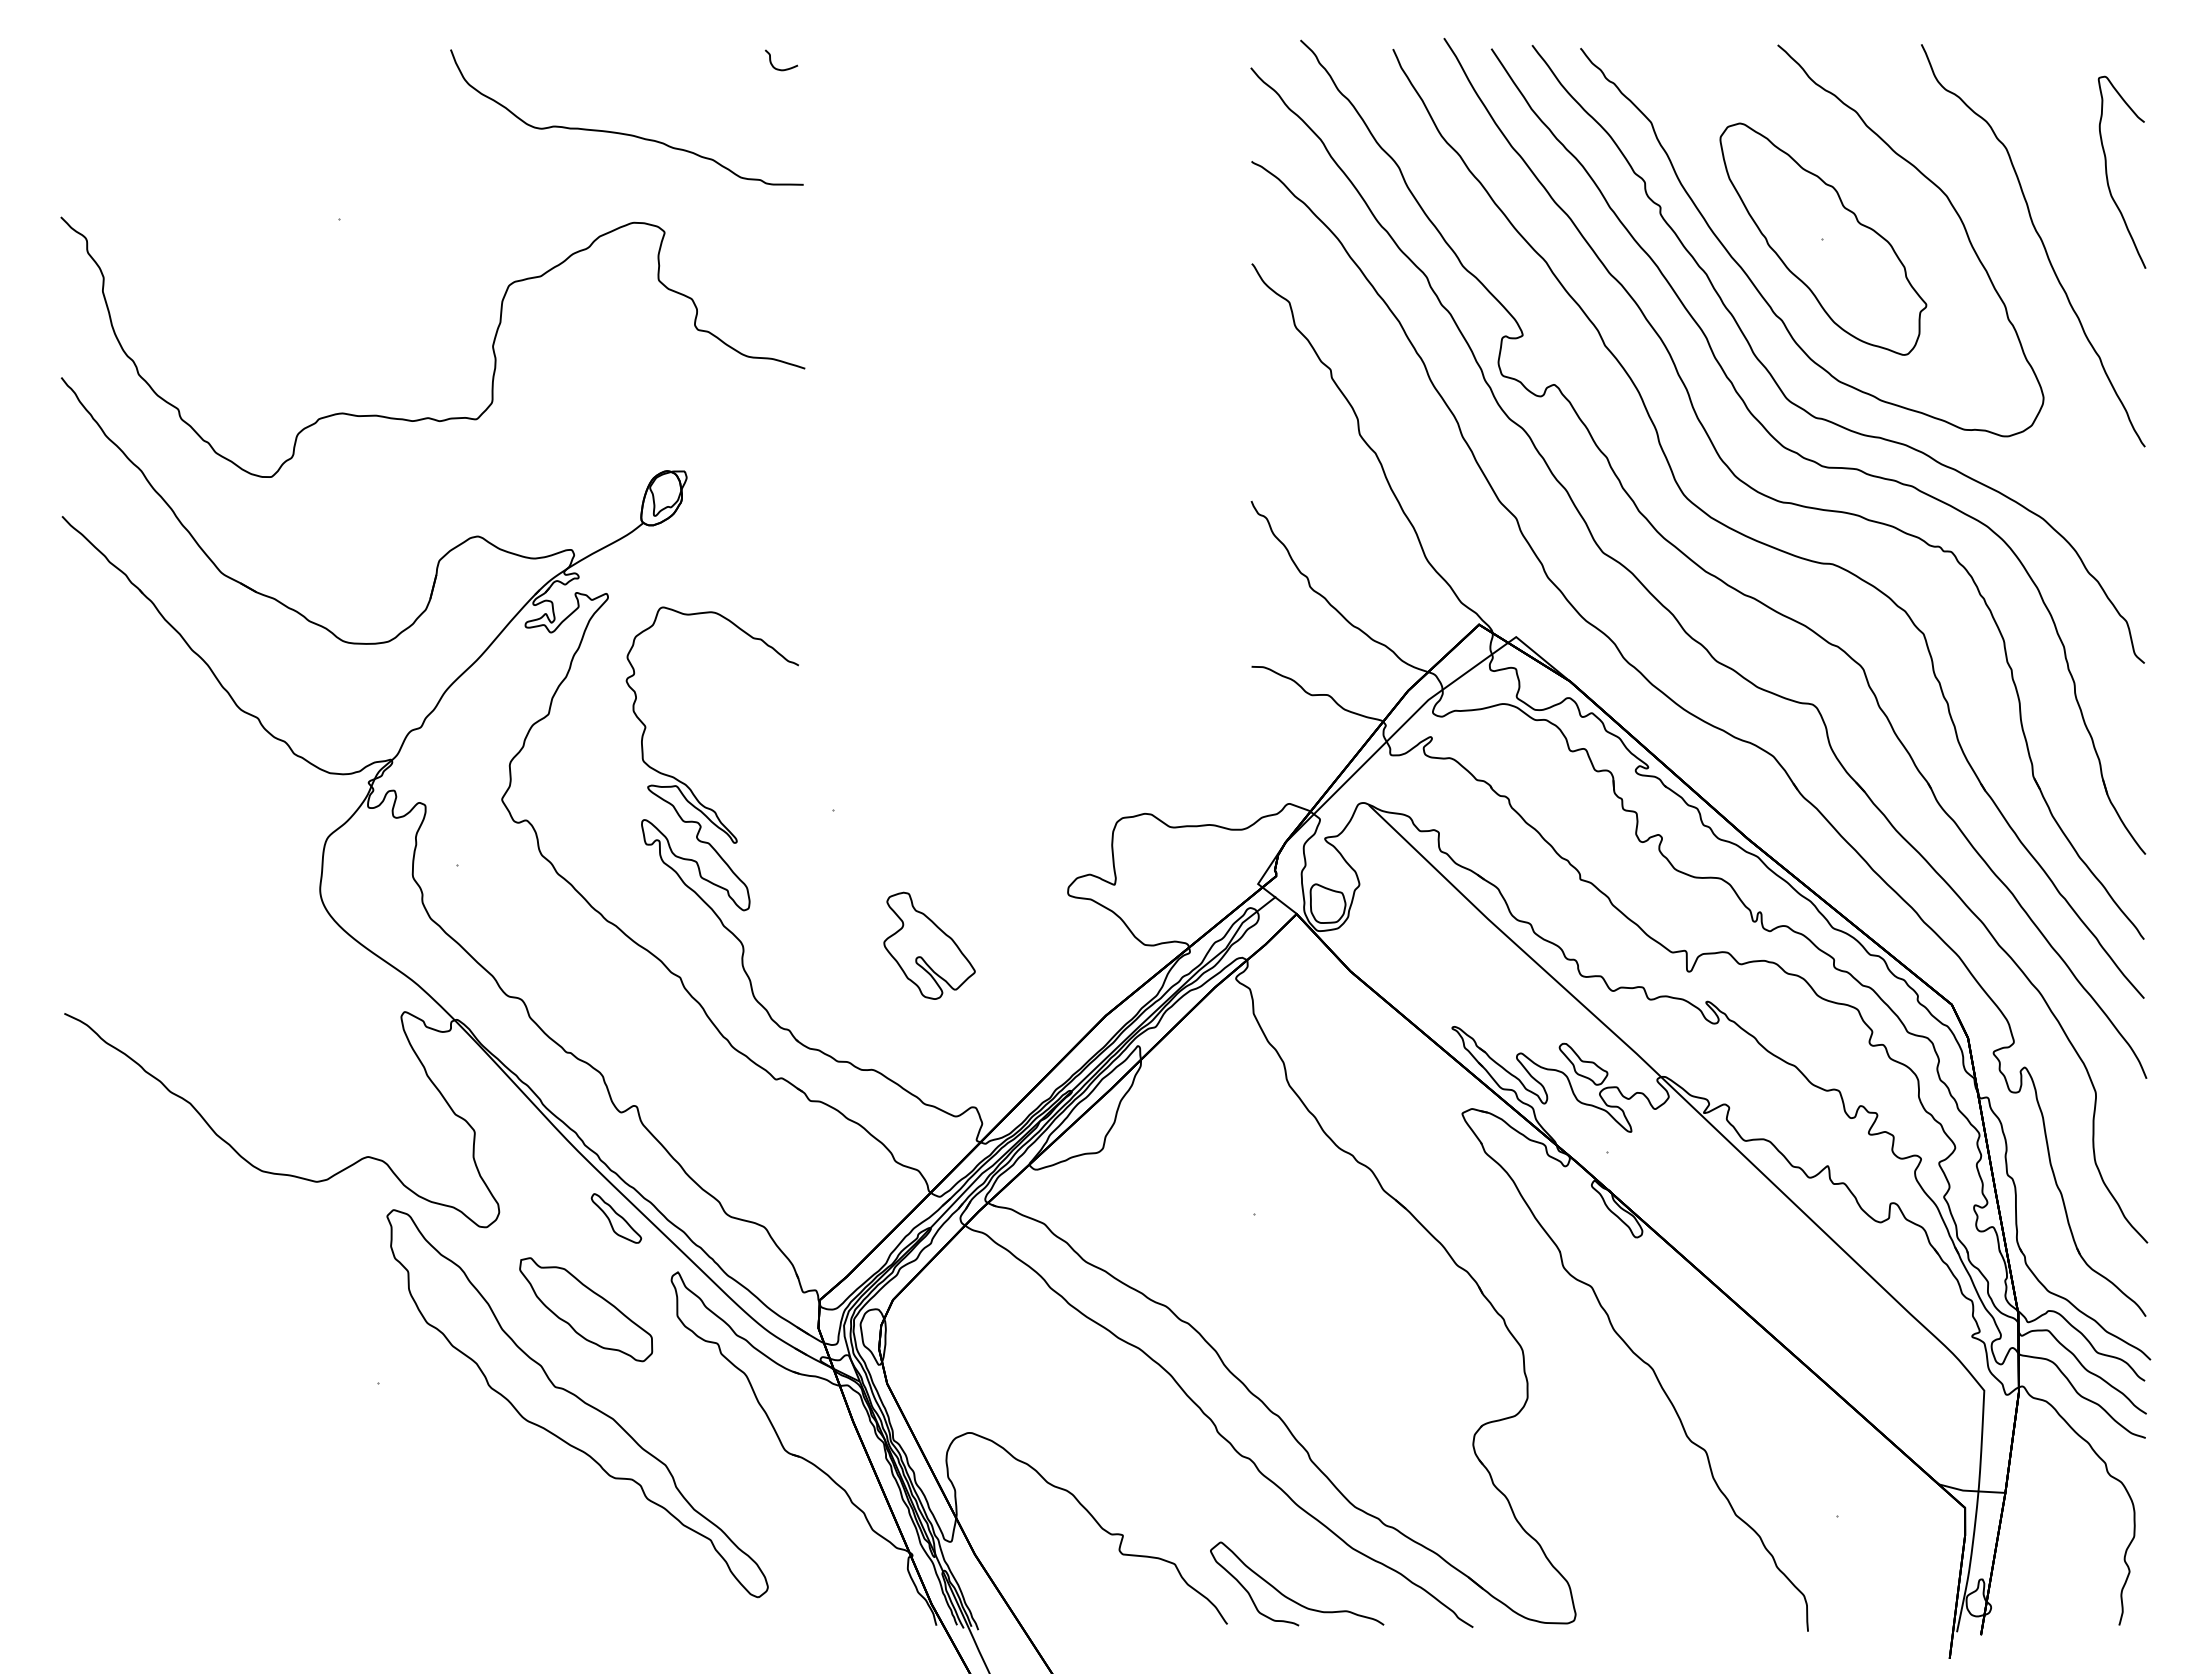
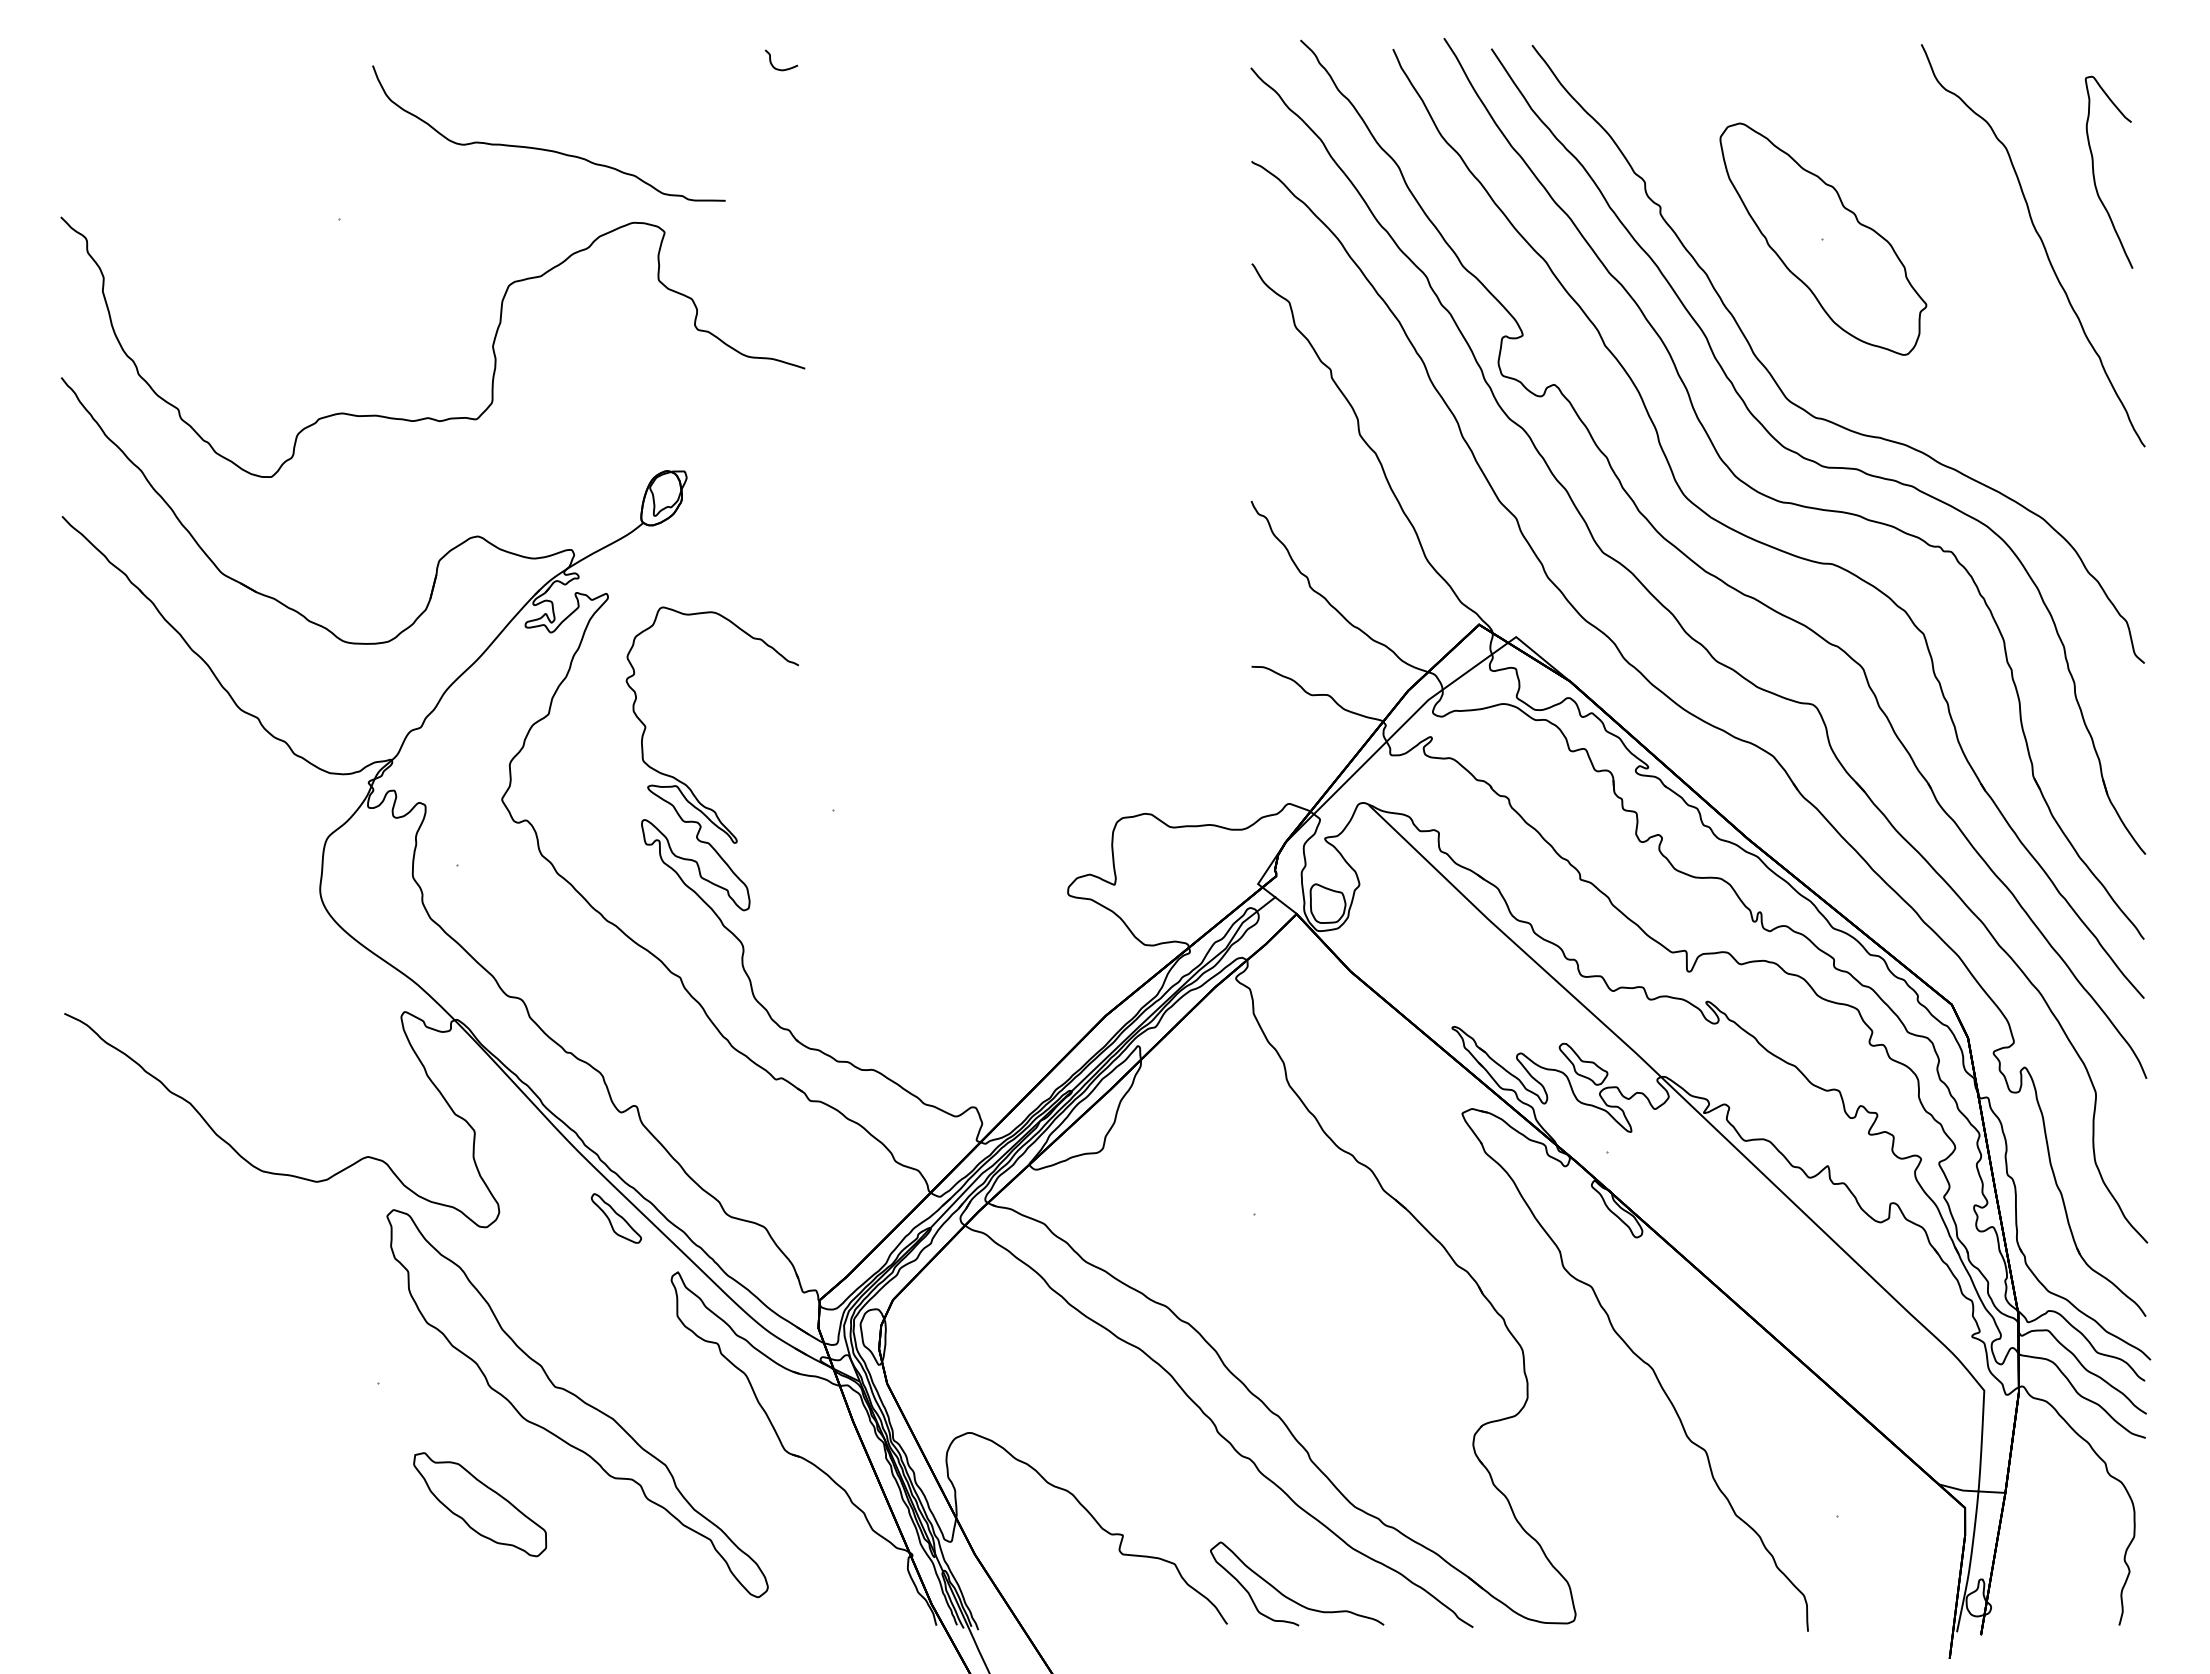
curve at (621, 132) position: (621, 132) -> (543, 148)
curve at (2107, 171) position: (2107, 171) -> (2094, 171)
curve at (1751, 279): present -> none
part at (929, 945): present -> none
part at (586, 1309) position: (586, 1309) -> (480, 1504)
